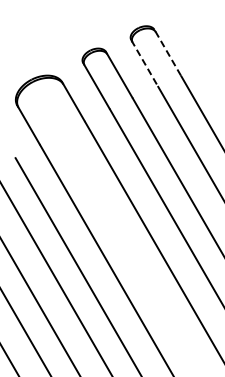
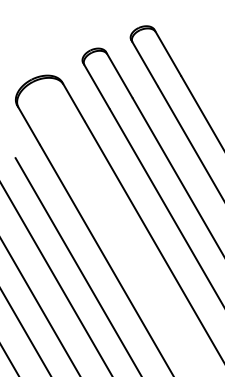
line at (167, 52): dashed -> solid
line at (144, 63): dashed -> solid
